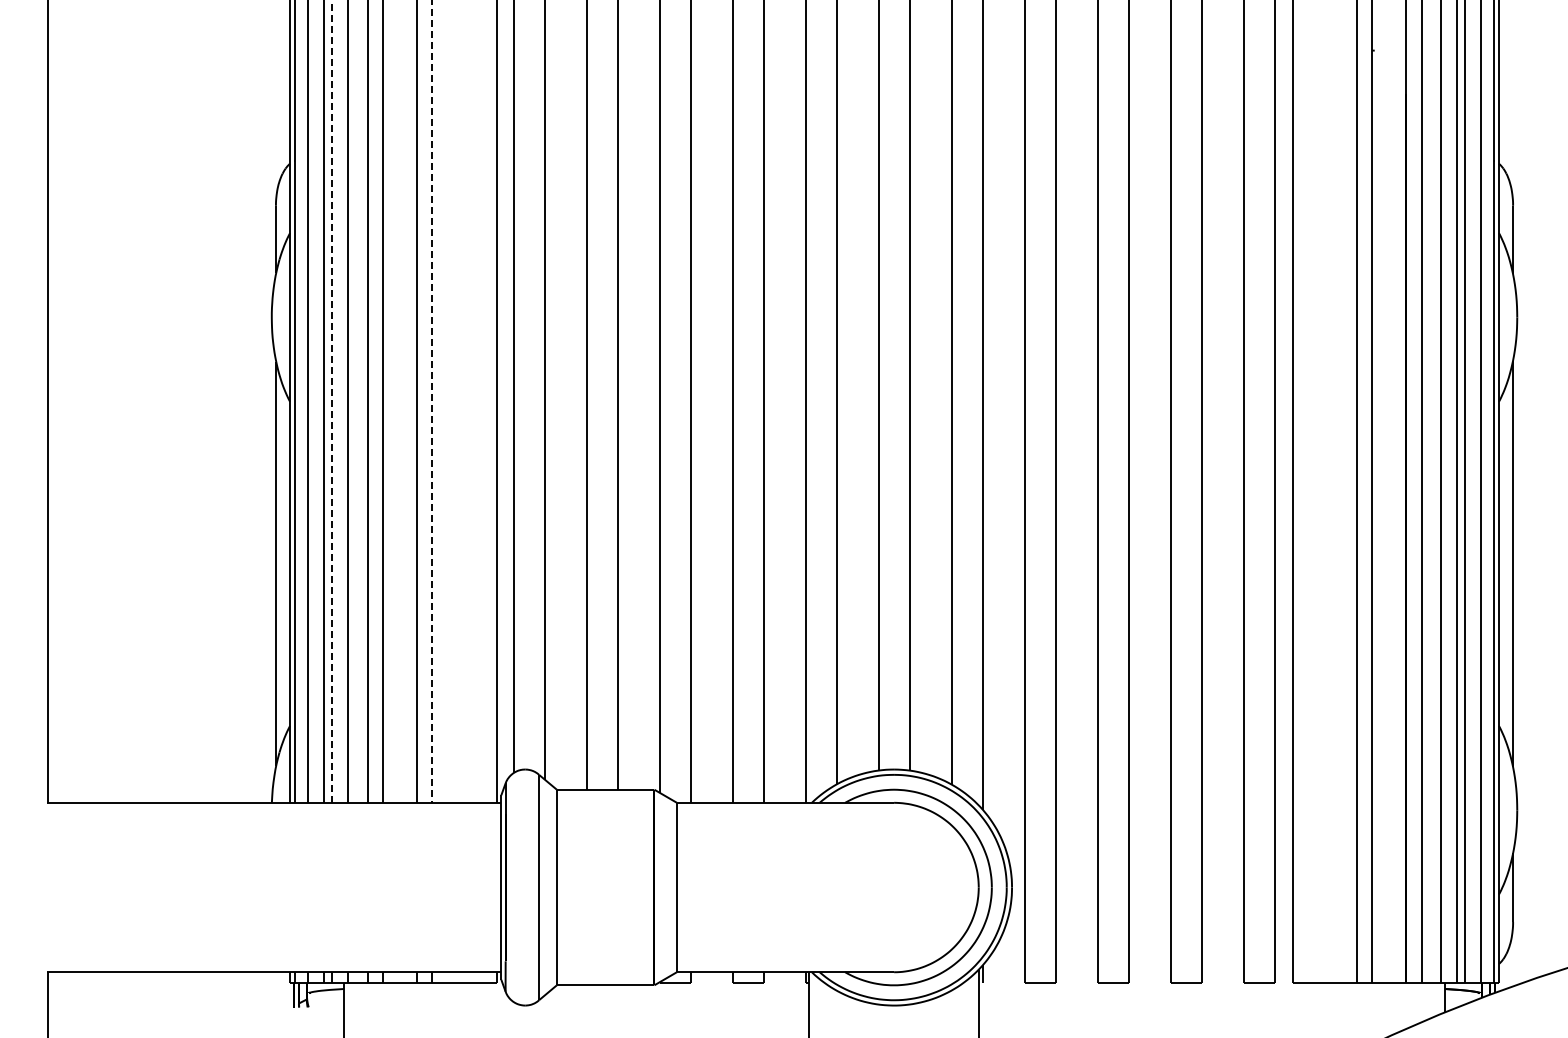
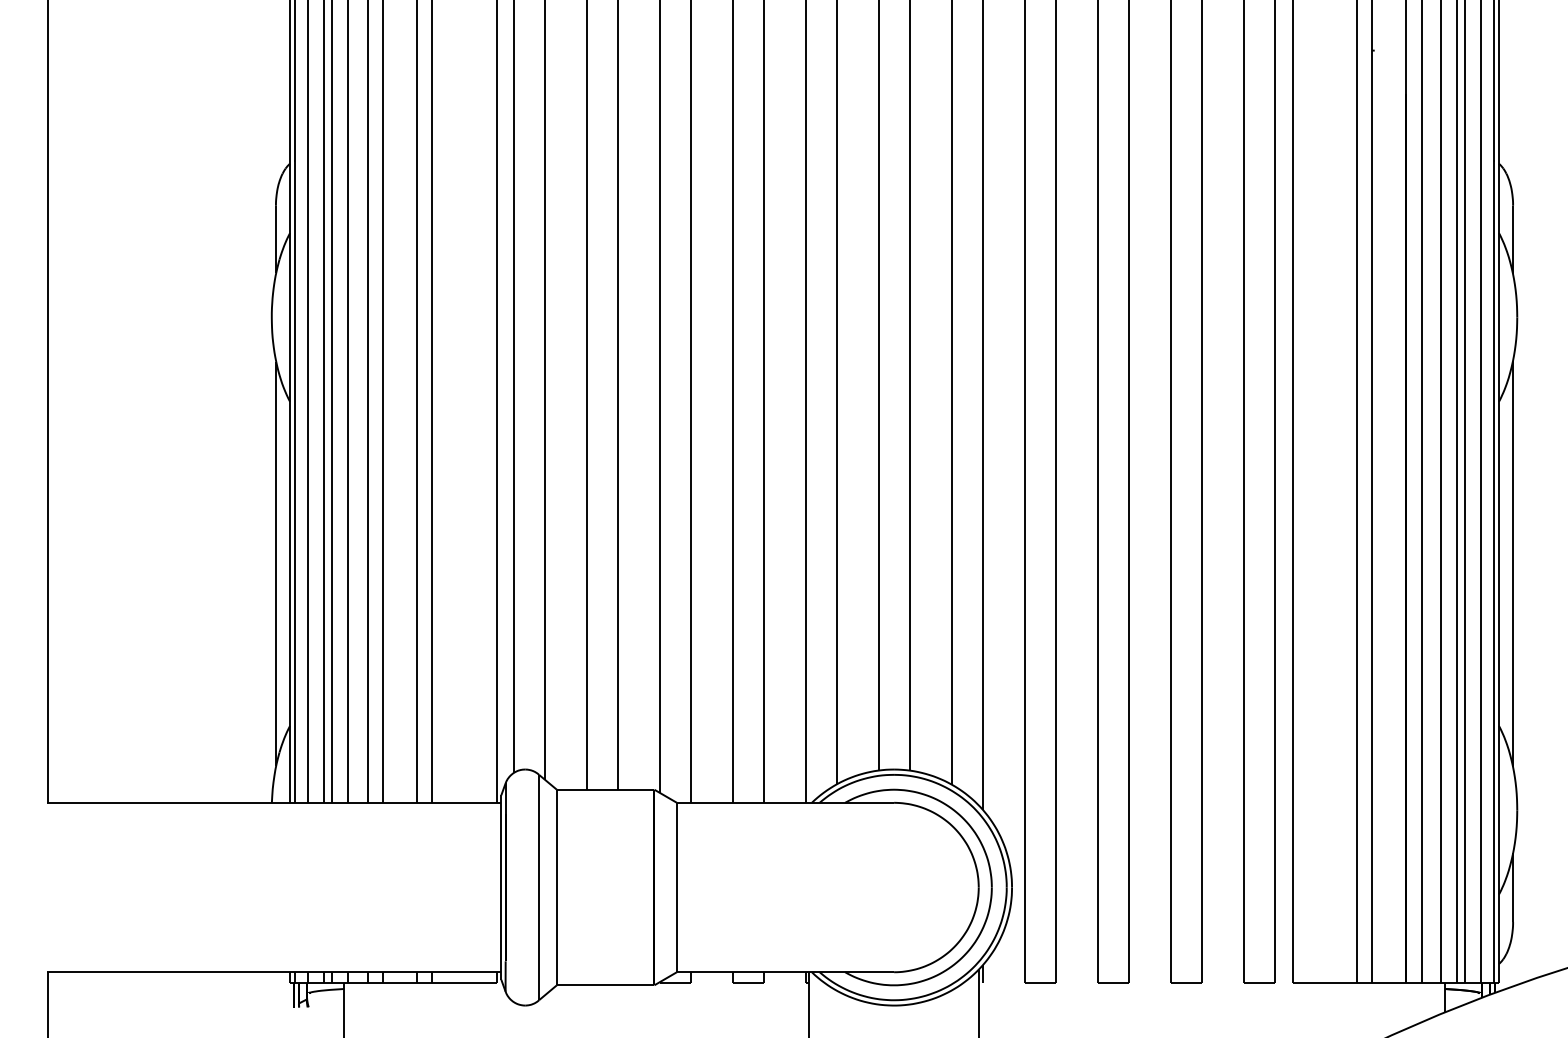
line at (332, 401): dashed -> solid
line at (432, 401): dashed -> solid
